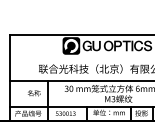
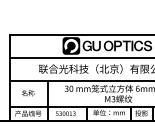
line at (80, 57): none -> present
text at (34, 93) position: (34, 93) -> (28, 93)
